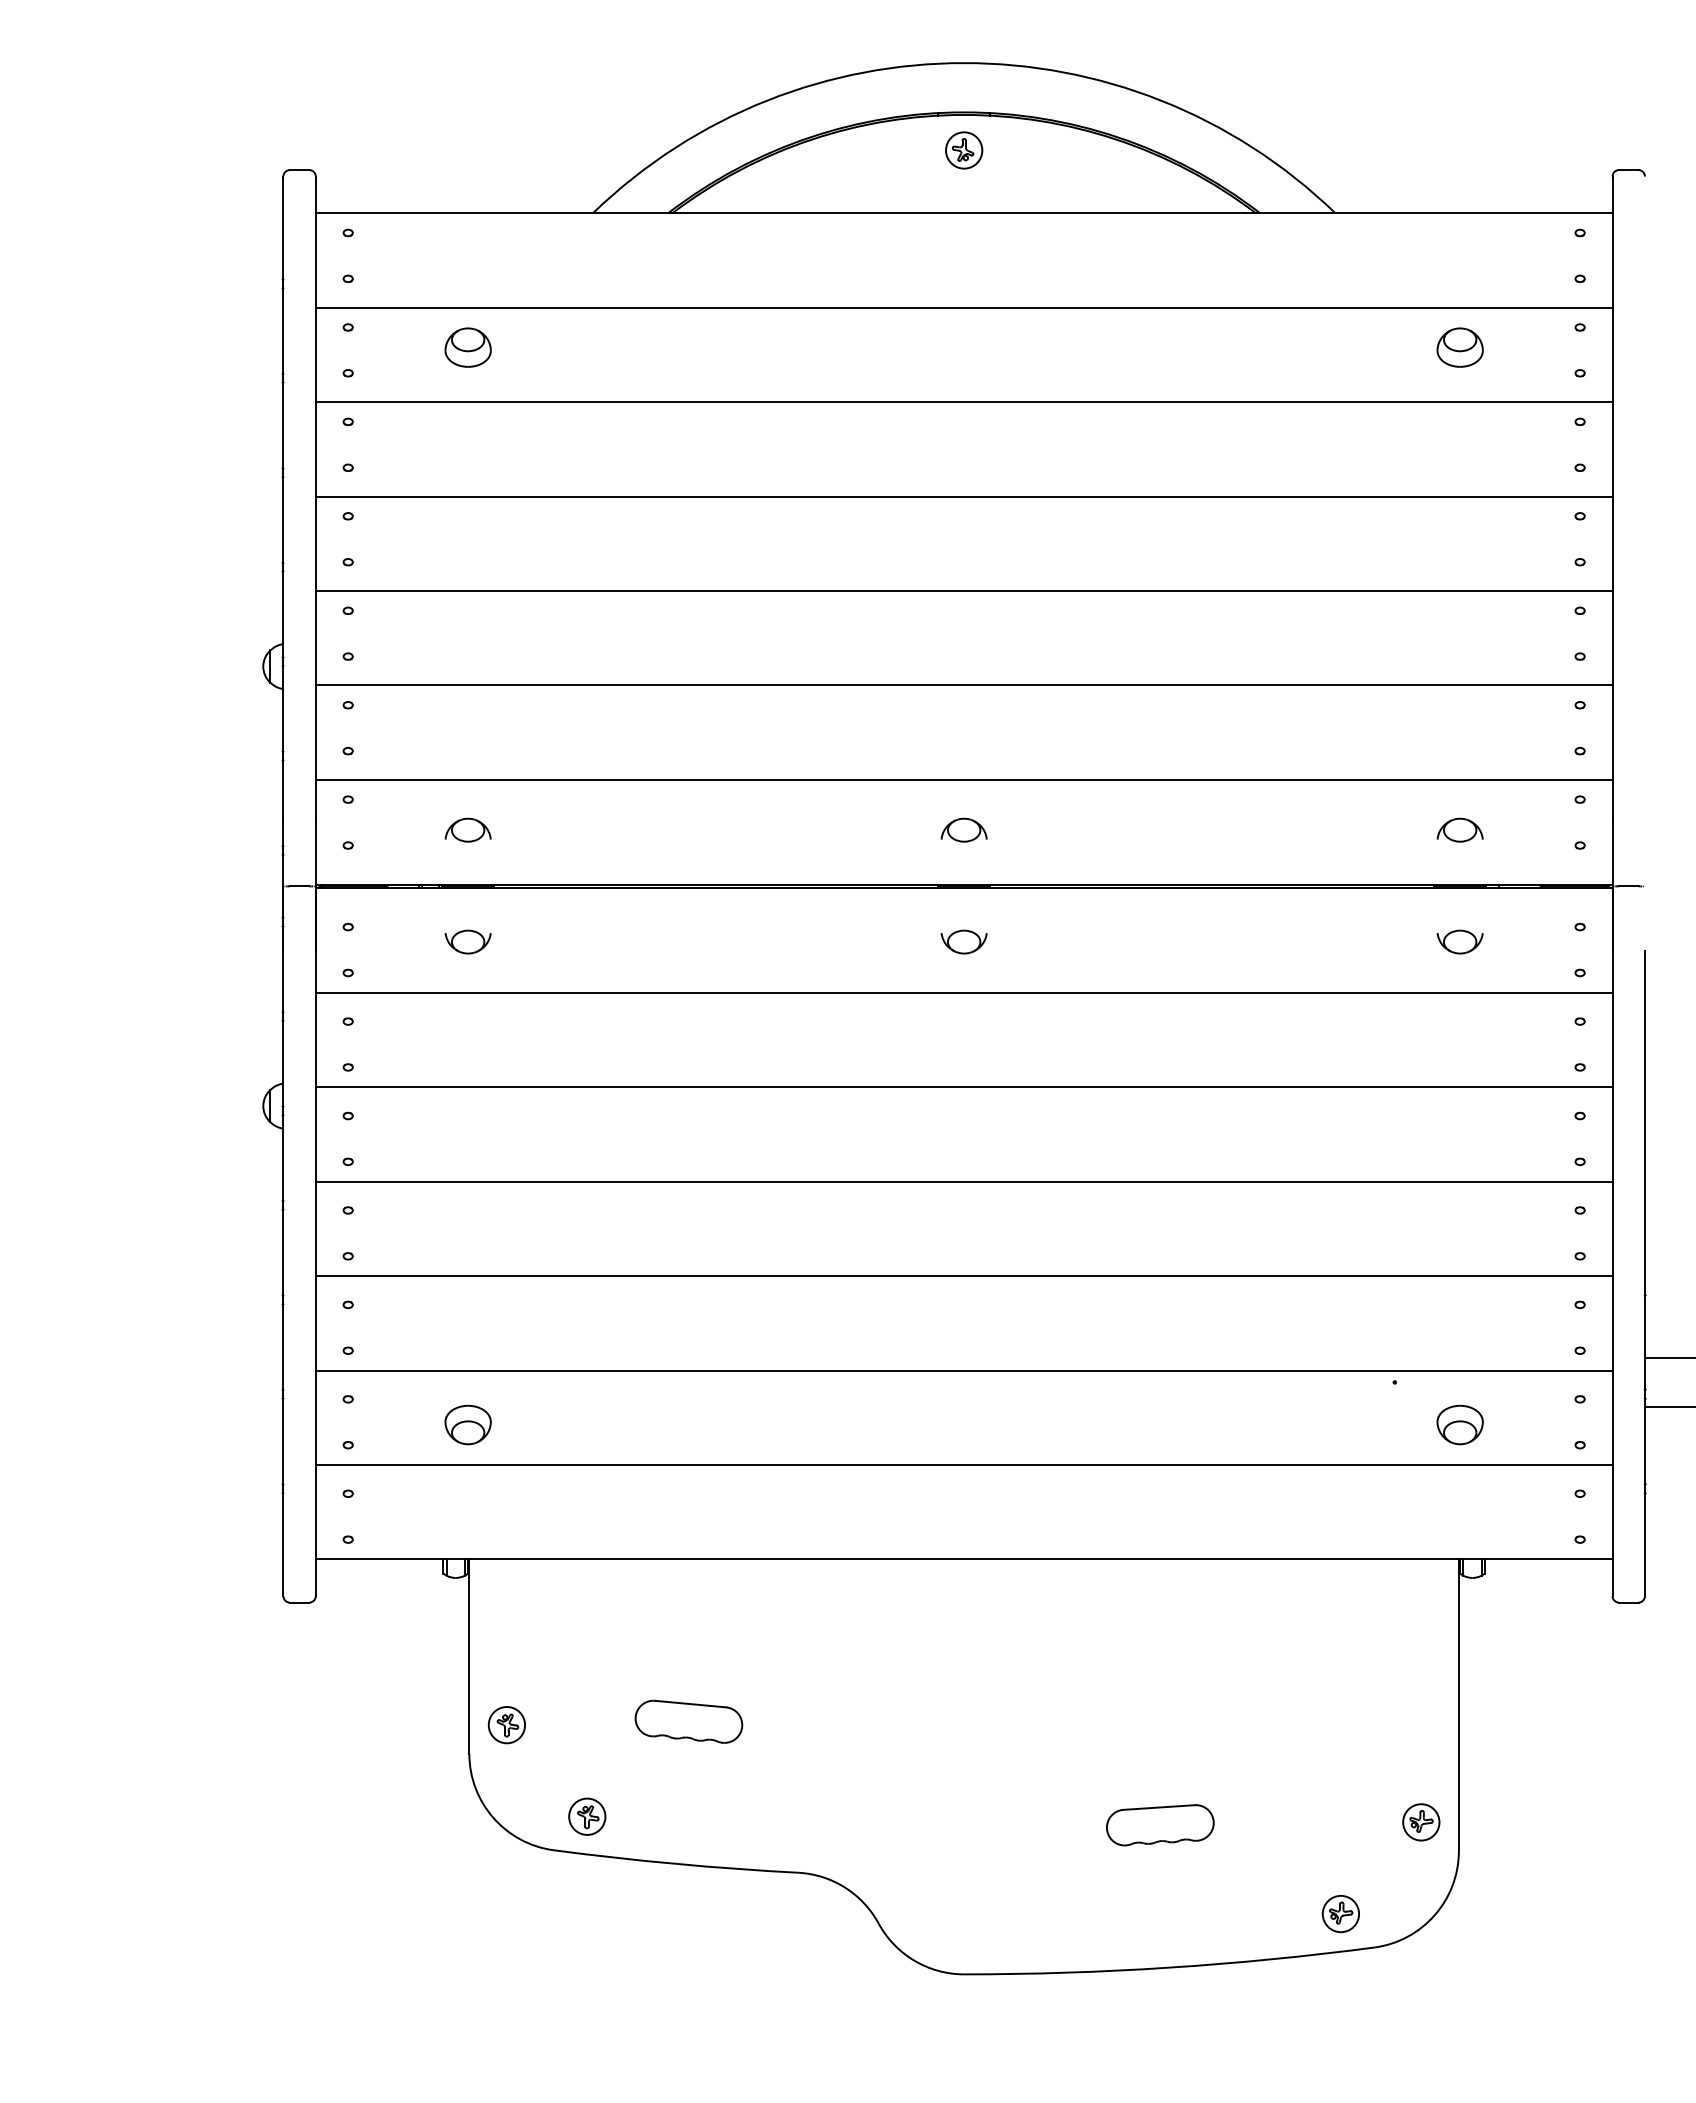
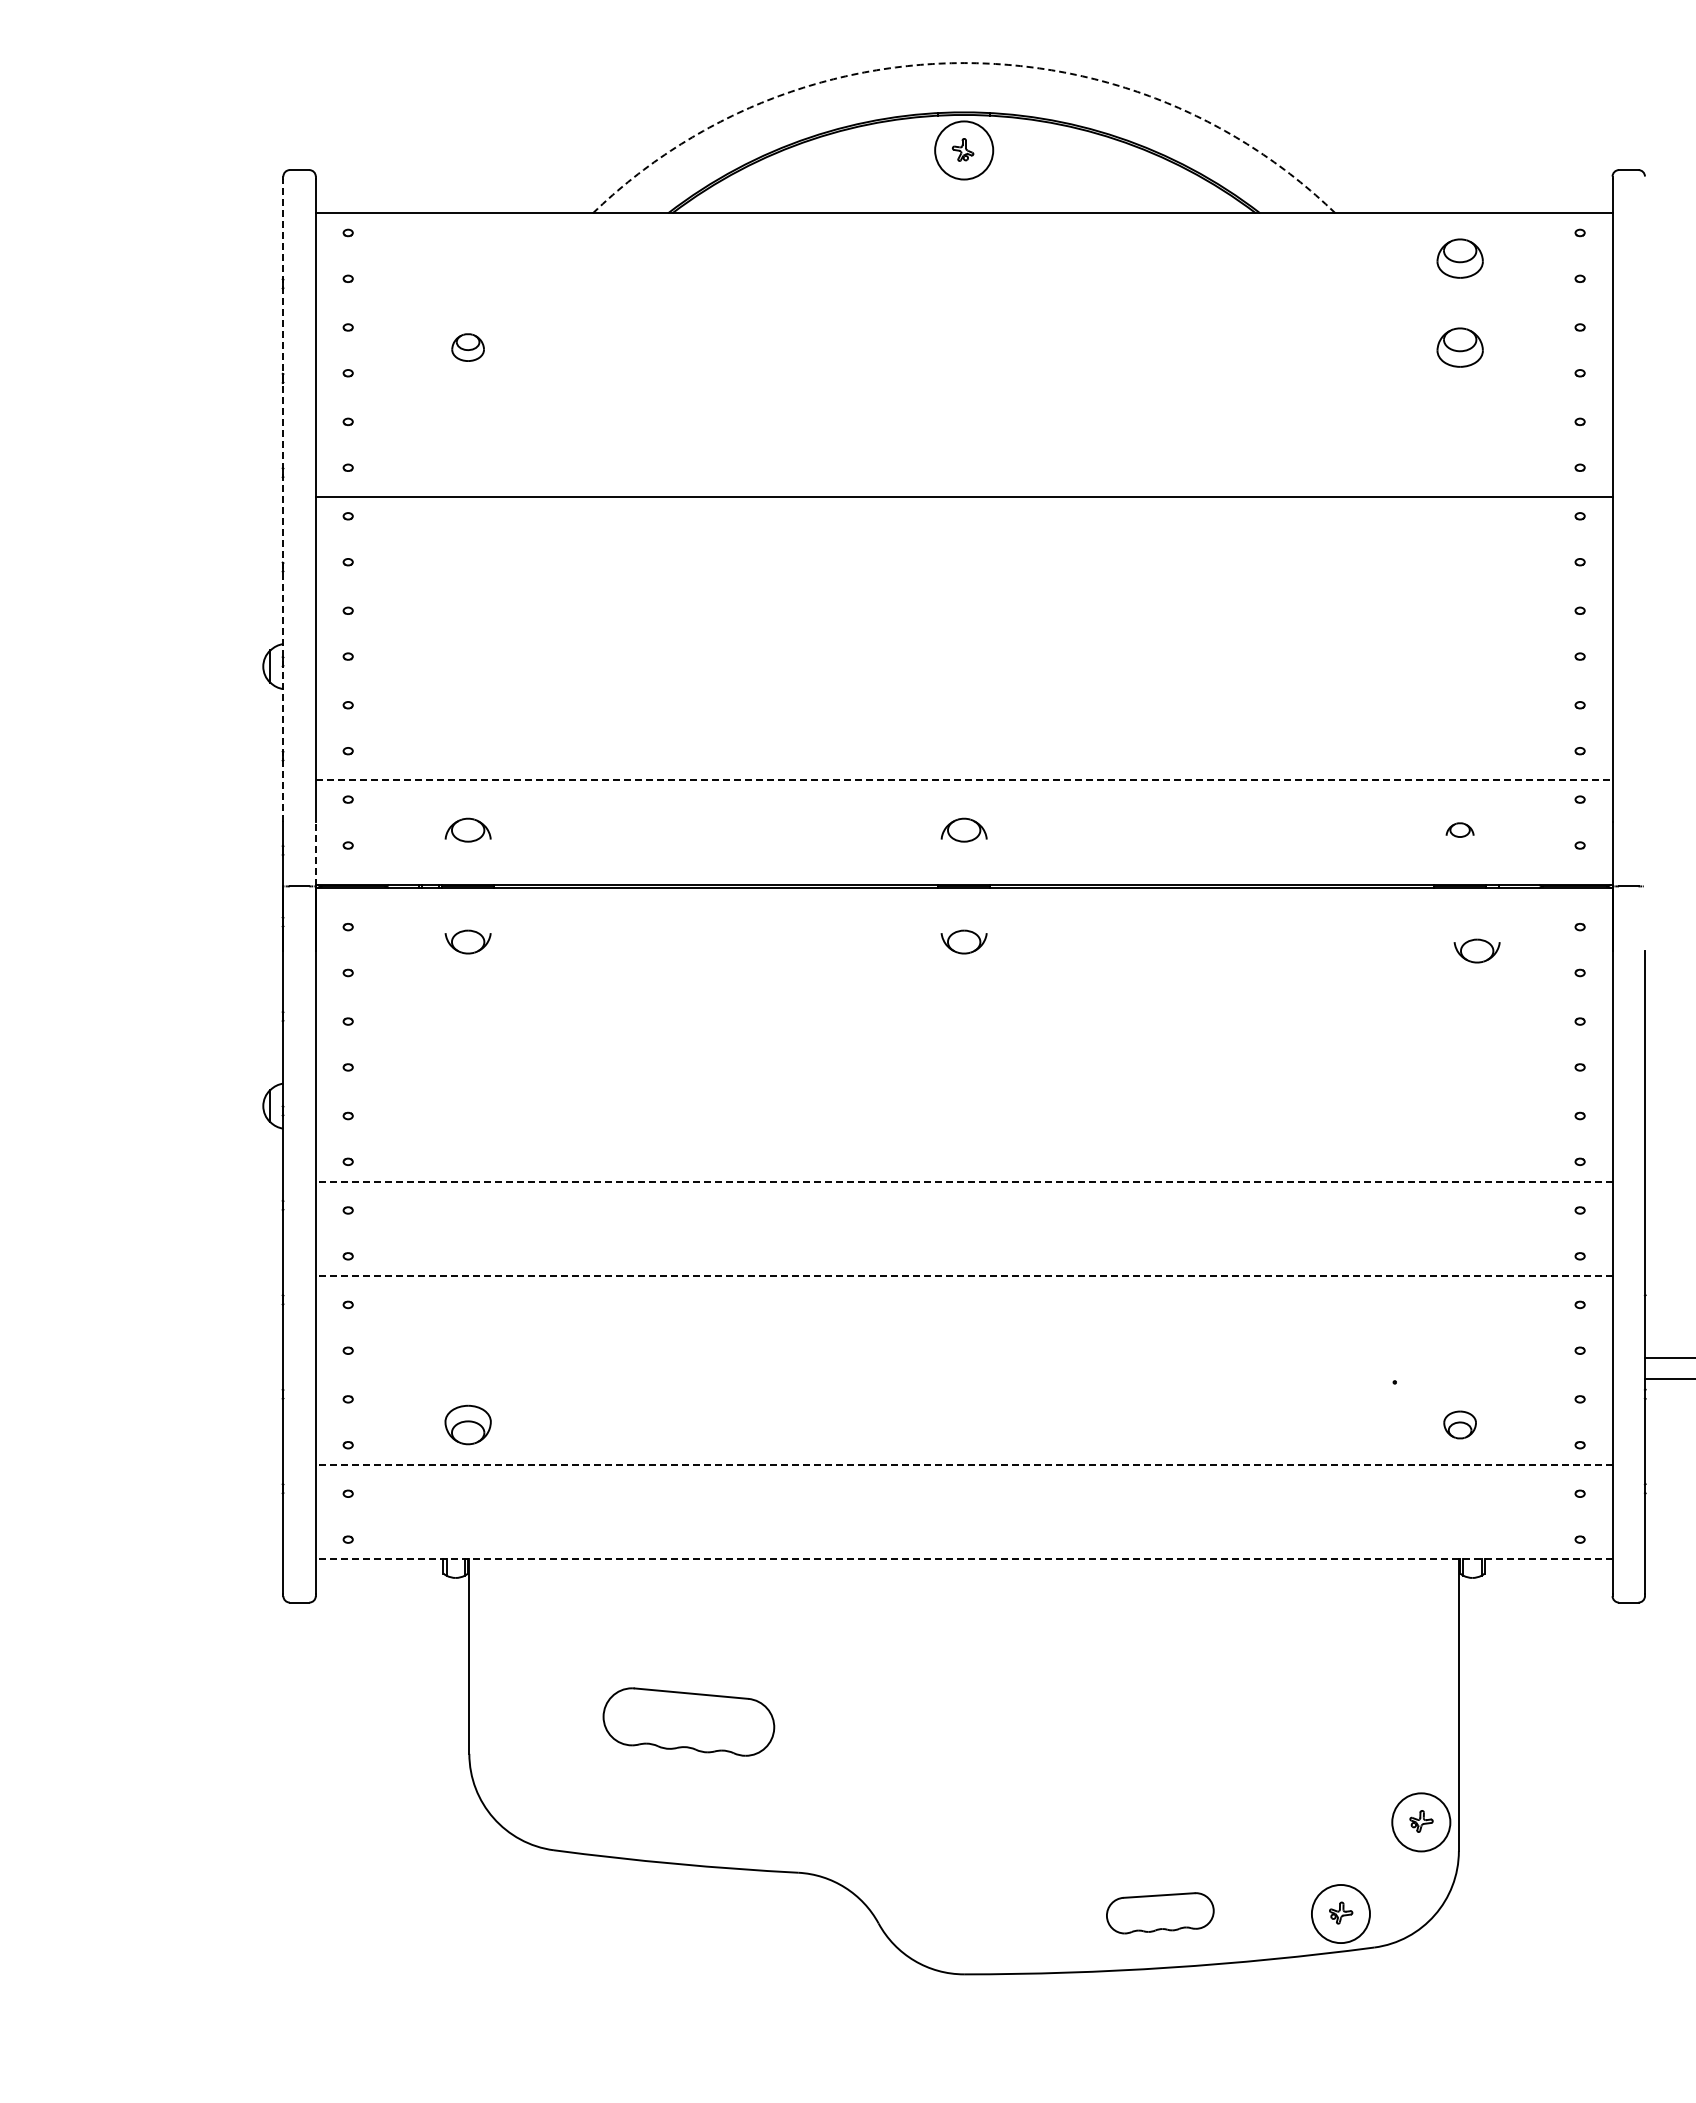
arc at (964, 63): solid -> dashed
circle at (964, 150) diameter: 36 px -> 58 px
part at (1459, 258): none -> present
line at (963, 307): present -> none
part at (467, 347) size: 48x41 px -> 34x29 px
line at (963, 402): present -> none
line at (283, 500): solid -> dashed
line at (963, 591): present -> none
line at (963, 685): present -> none
line at (964, 779): solid -> dashed
part at (1459, 829) size: 48x26 px -> 30x16 px
line at (315, 853): solid -> dashed
part at (1459, 941) position: (1459, 941) -> (1476, 950)
line at (963, 992): present -> none
line at (963, 1087): present -> none
line at (963, 1181): solid -> dashed
line at (963, 1276): solid -> dashed
line at (963, 1370): present -> none
line at (1668, 1407) position: (1668, 1407) -> (1668, 1379)
part at (1459, 1424) size: 48x42 px -> 34x30 px
line at (963, 1465): solid -> dashed
line at (963, 1559): solid -> dashed
part at (688, 1721) size: 110x45 px -> 174x70 px
part at (506, 1725): present -> none
part at (587, 1816): present -> none
circle at (1421, 1822) diameter: 36 px -> 58 px
part at (1160, 1825) position: (1160, 1825) -> (1160, 1913)
circle at (1340, 1913) diameter: 36 px -> 58 px
